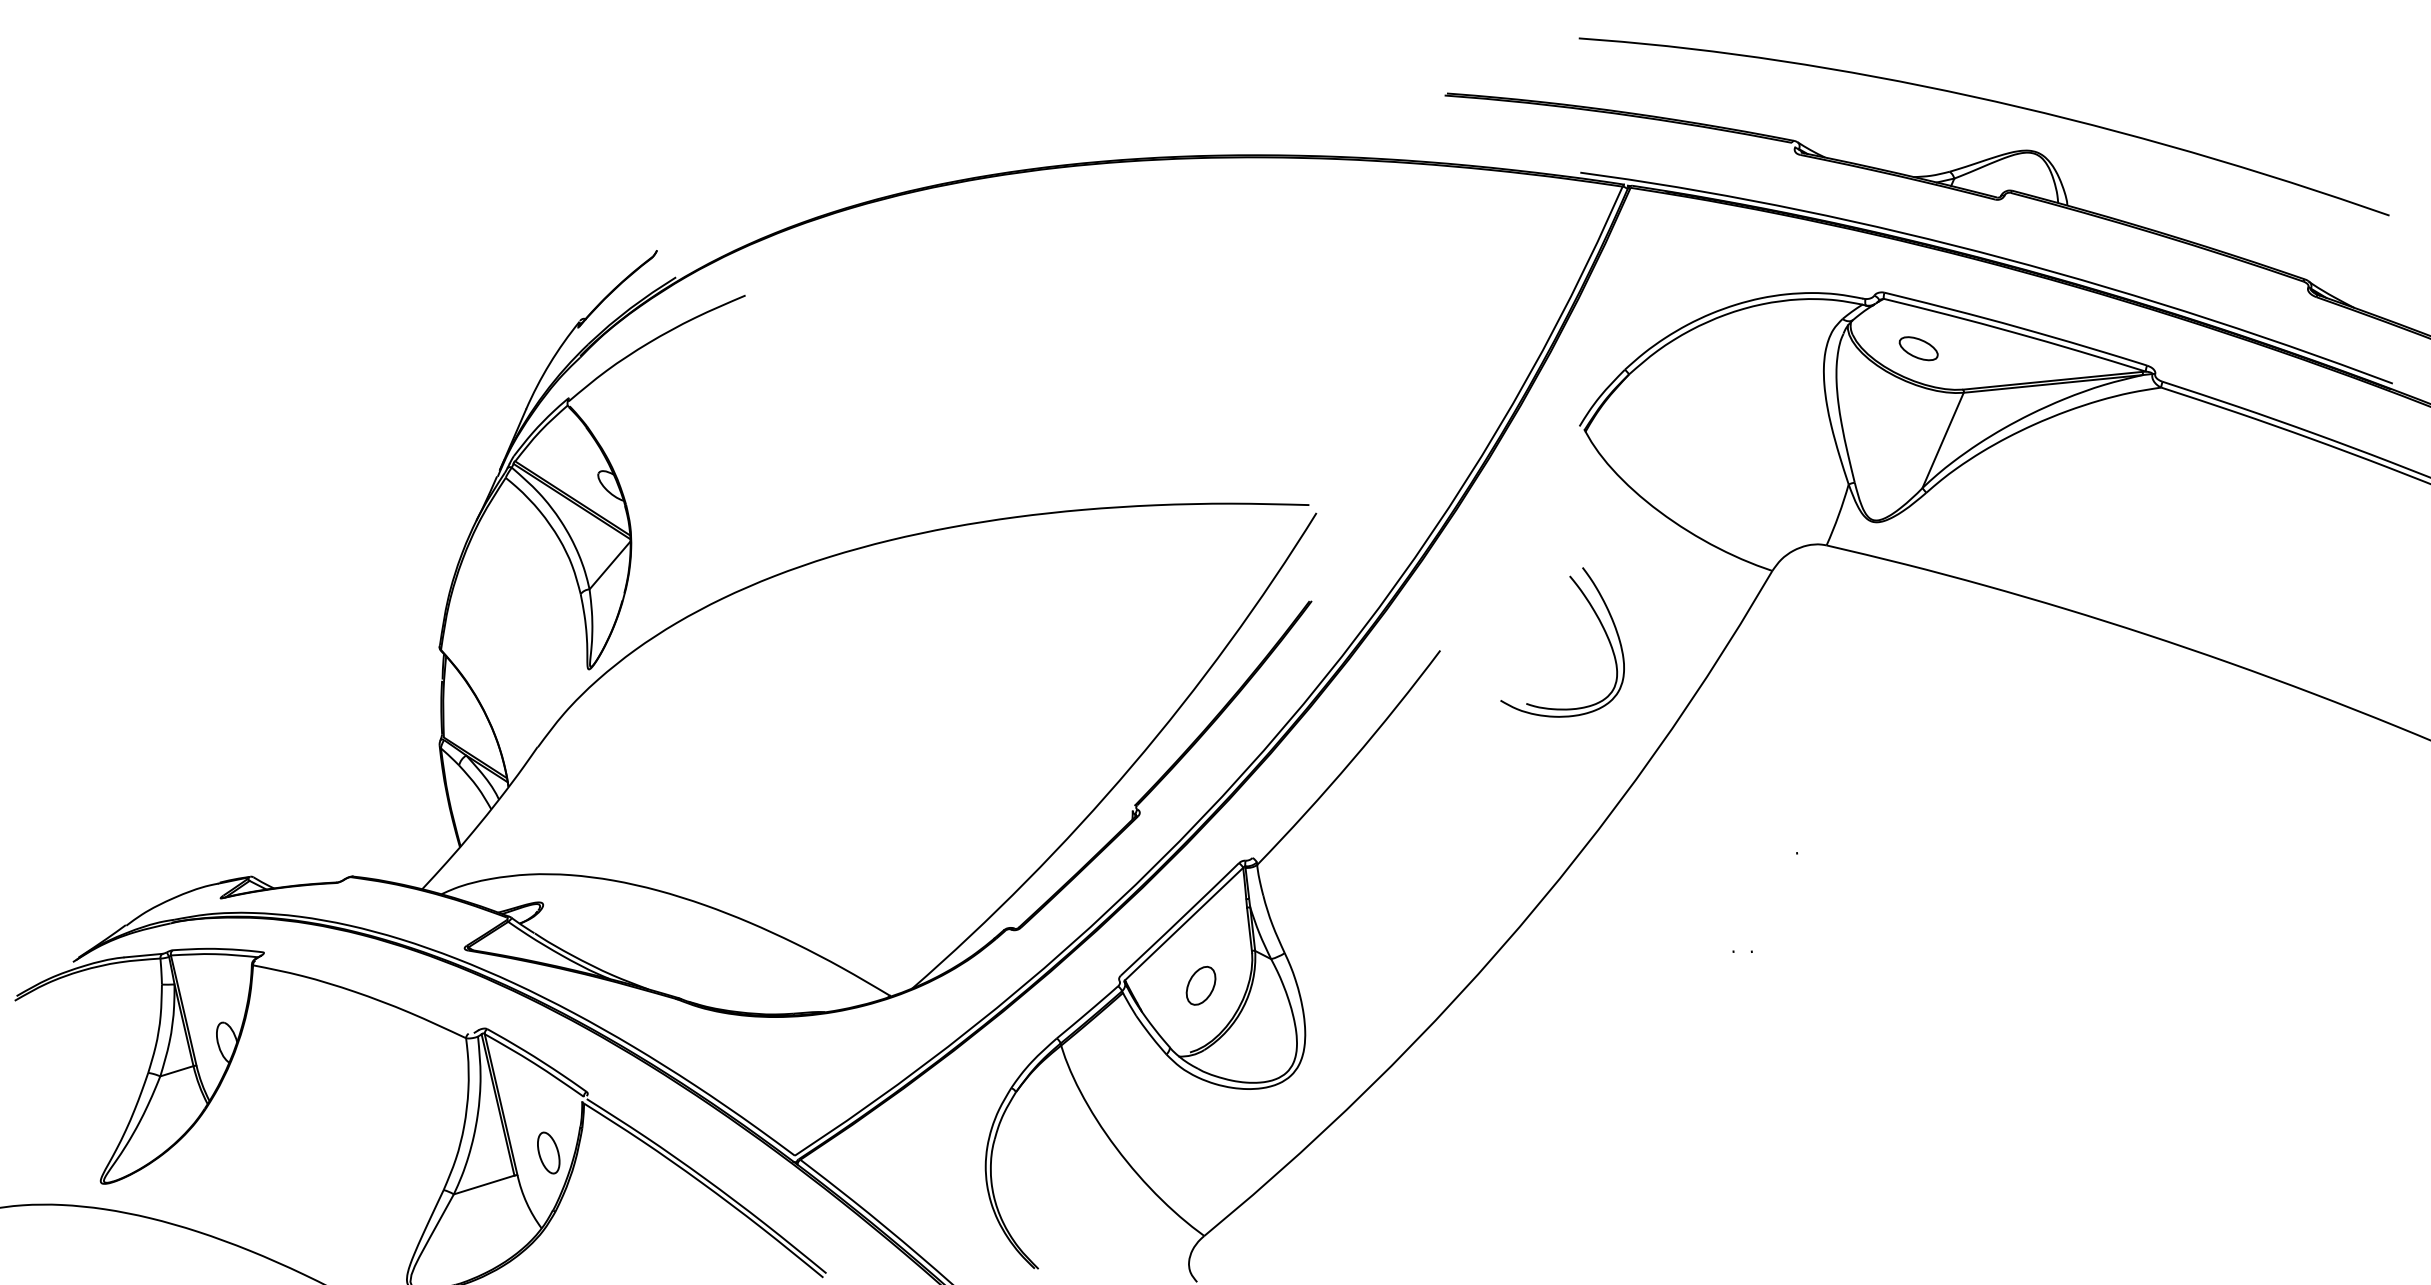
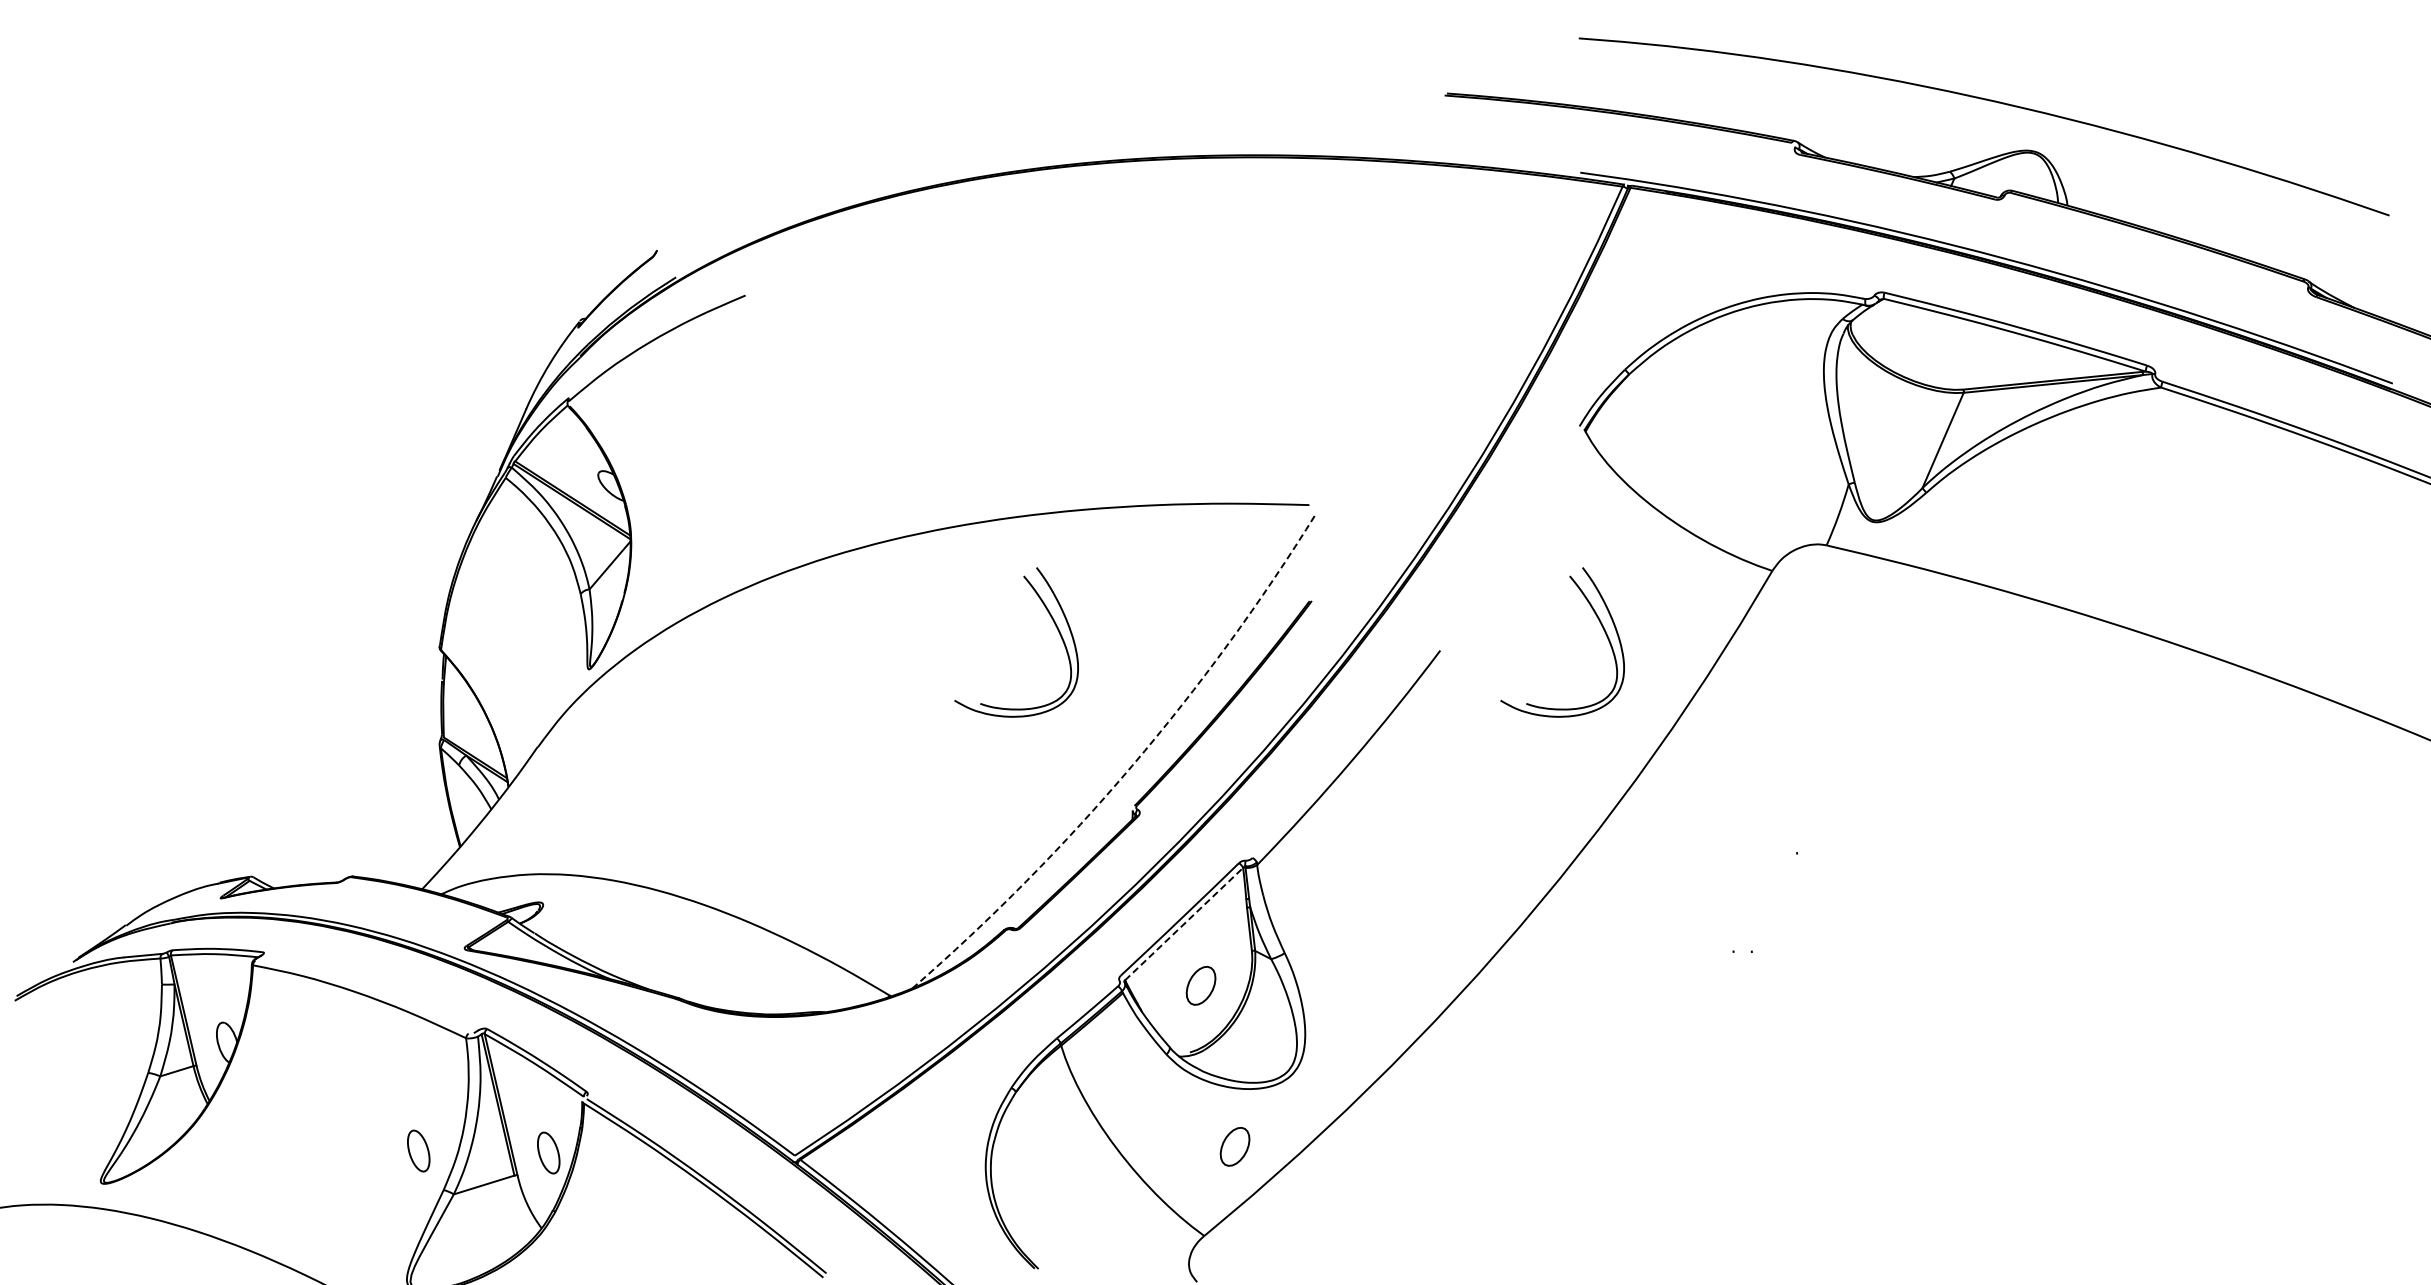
part at (1918, 348): present -> none
part at (1054, 624): none -> present
arc at (1132, 765): solid -> dashed
line at (1184, 924): solid -> dashed
part at (1234, 1146): none -> present
part at (418, 1150): none -> present
